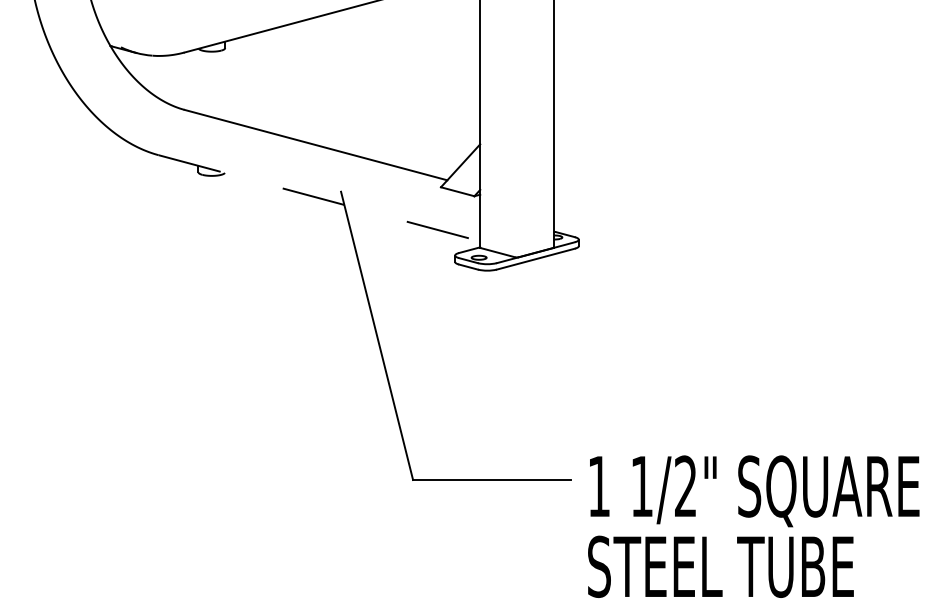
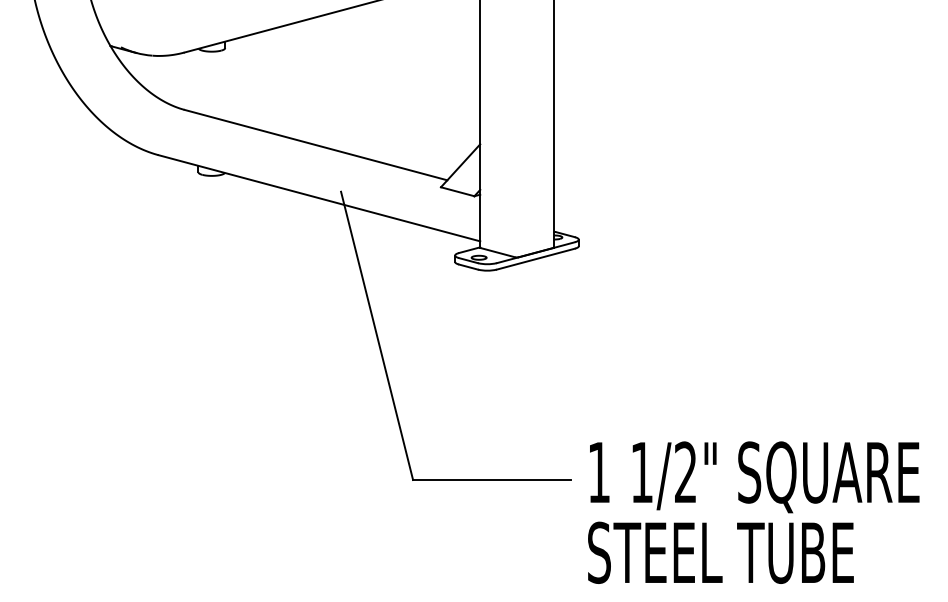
line at (319, 198): dashed -> solid
text at (753, 526) position: (753, 526) -> (753, 512)
